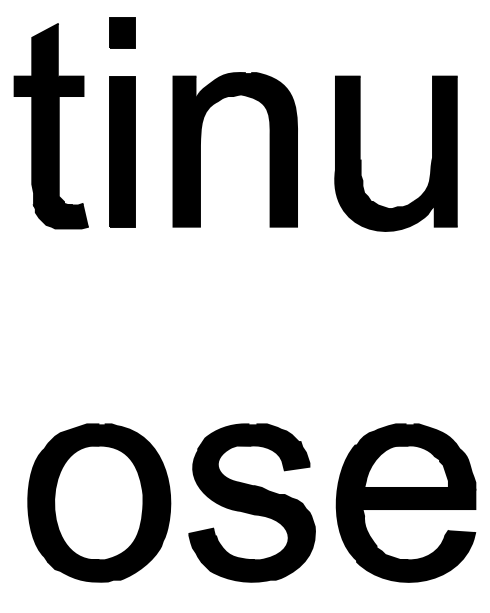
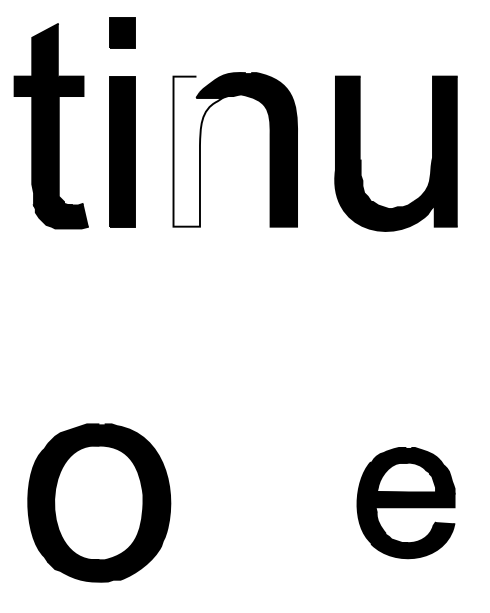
fill at (197, 151): present -> none
part at (251, 502): present -> none
part at (405, 502) size: 142x160 px -> 100x113 px
